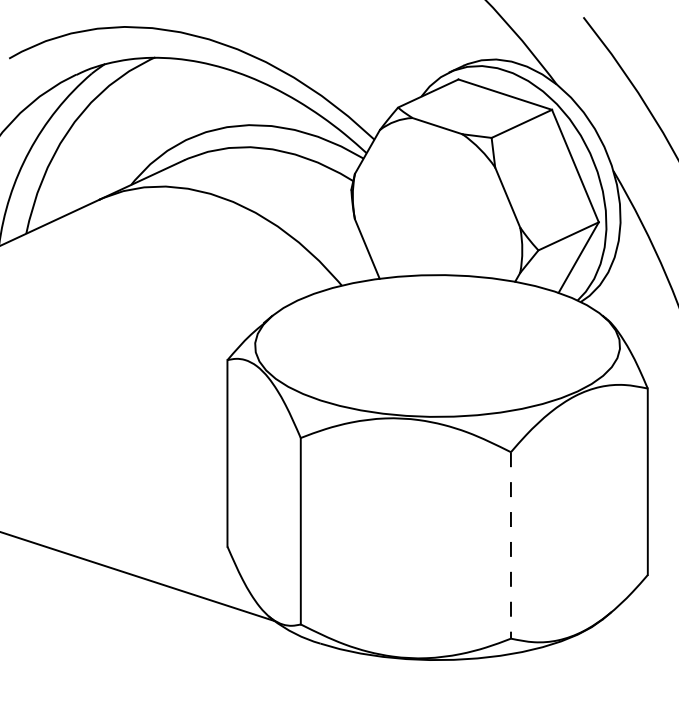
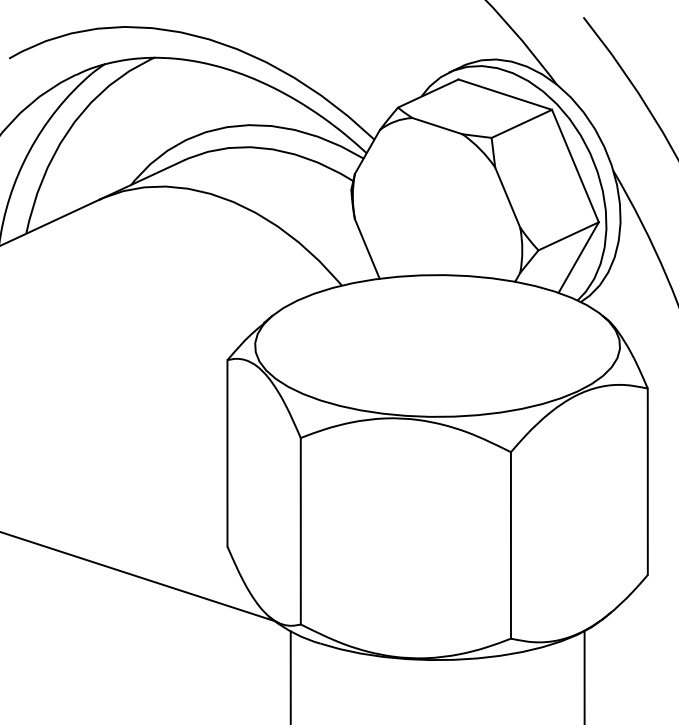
line at (510, 545): dashed -> solid
line at (290, 676): none -> present
line at (584, 676): none -> present
